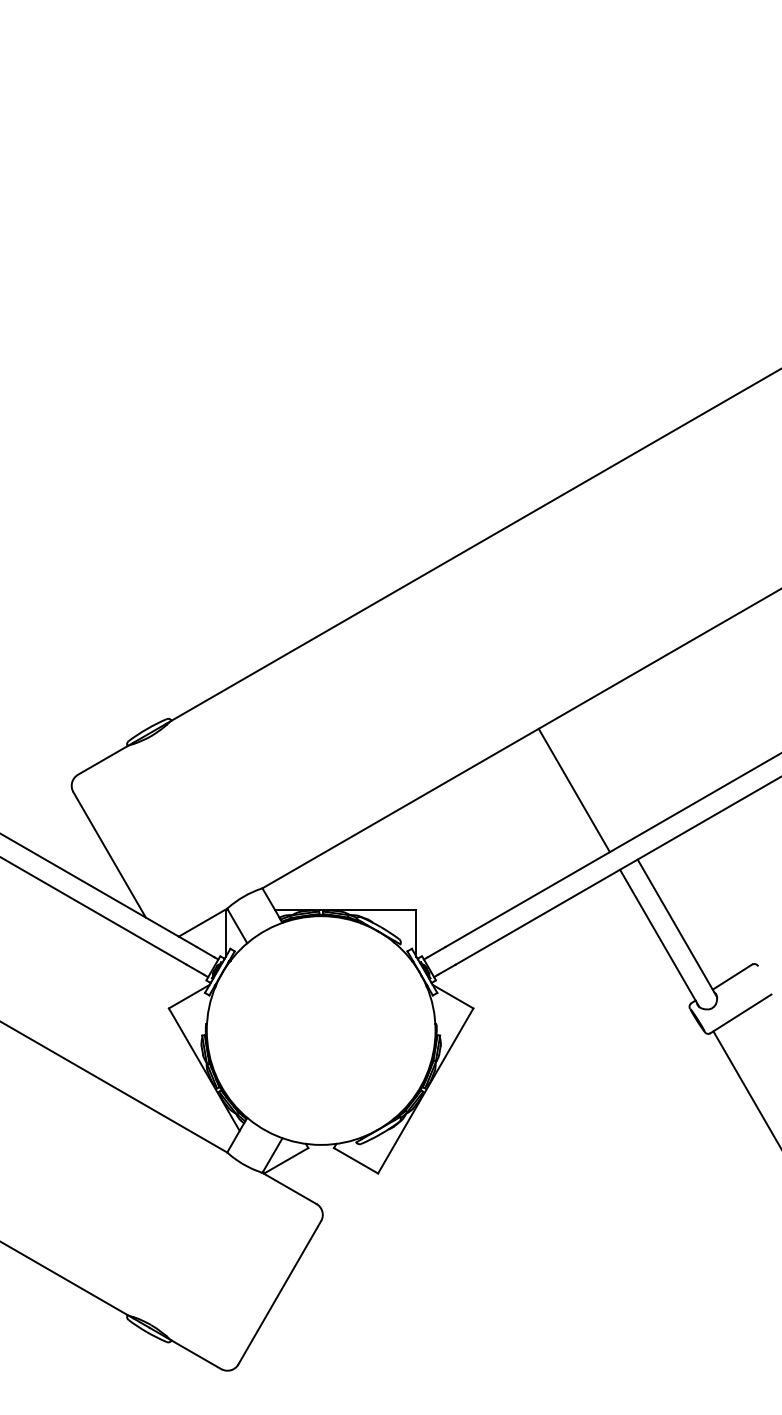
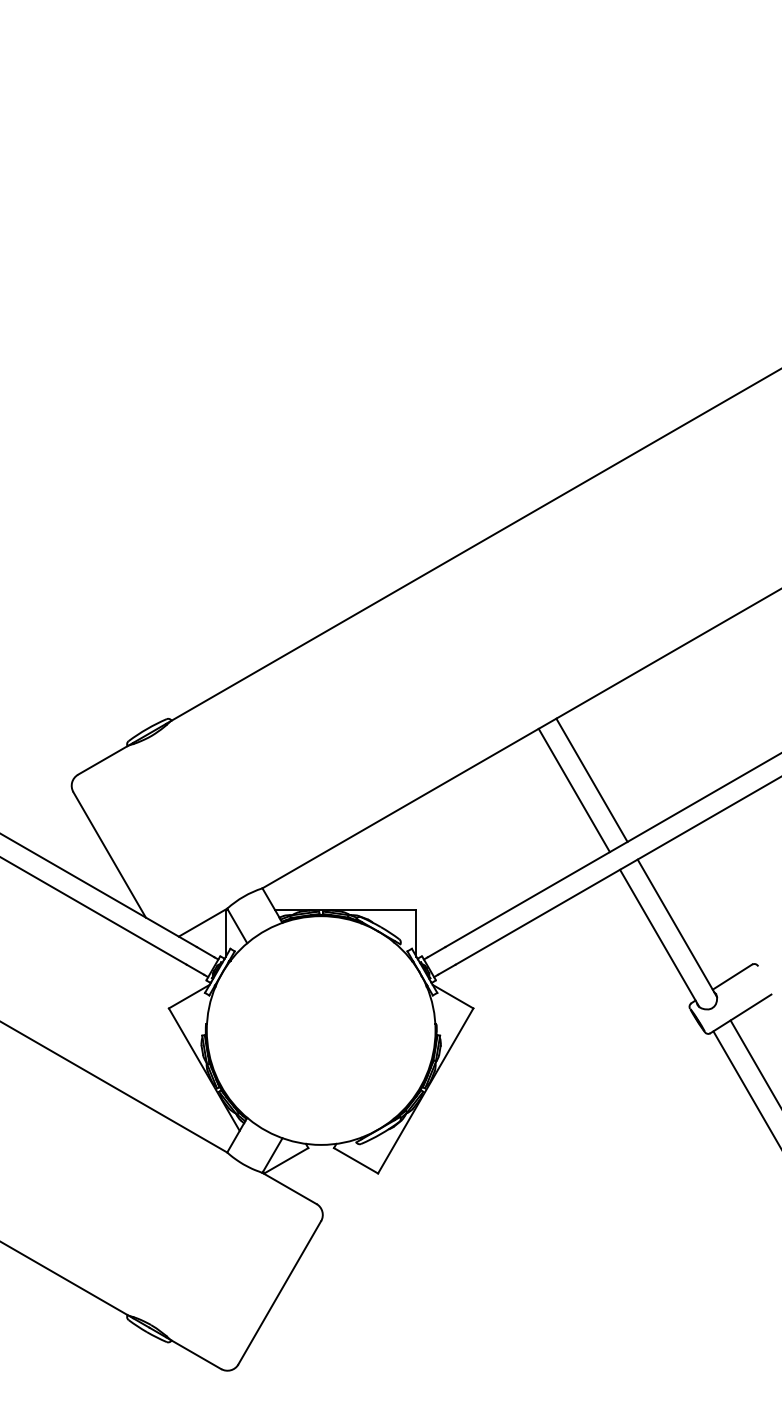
line at (591, 779): none -> present
line at (754, 1061): none -> present
